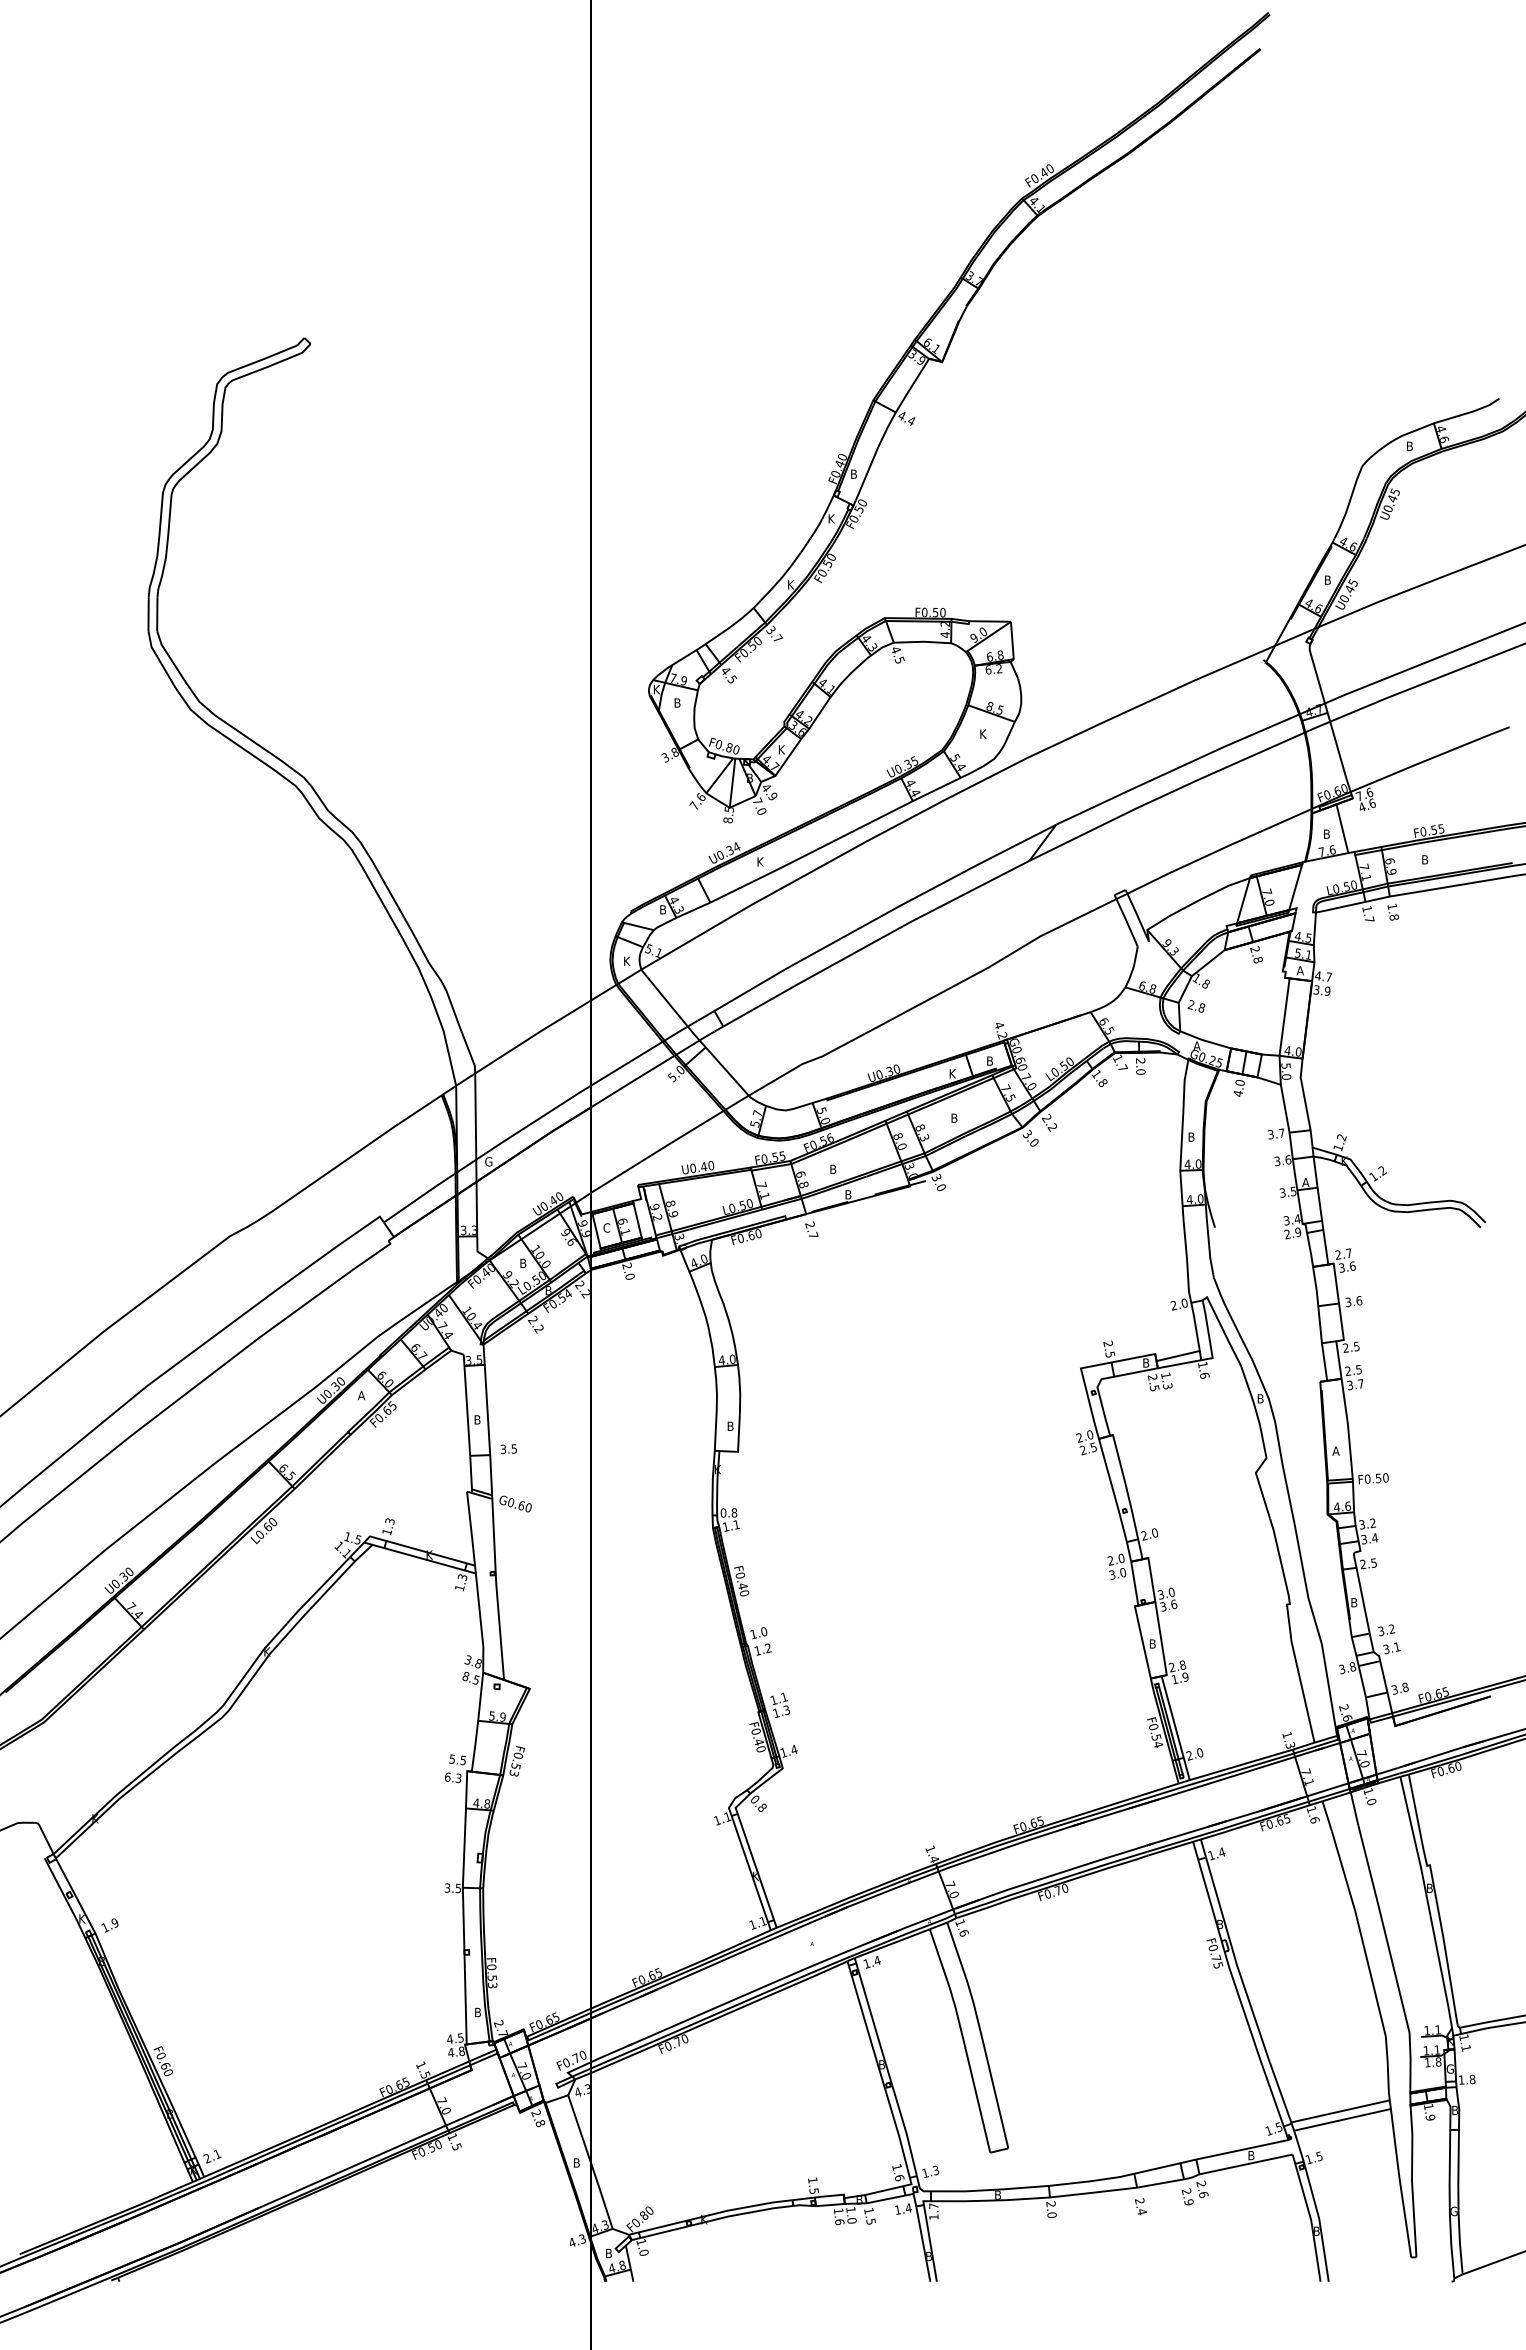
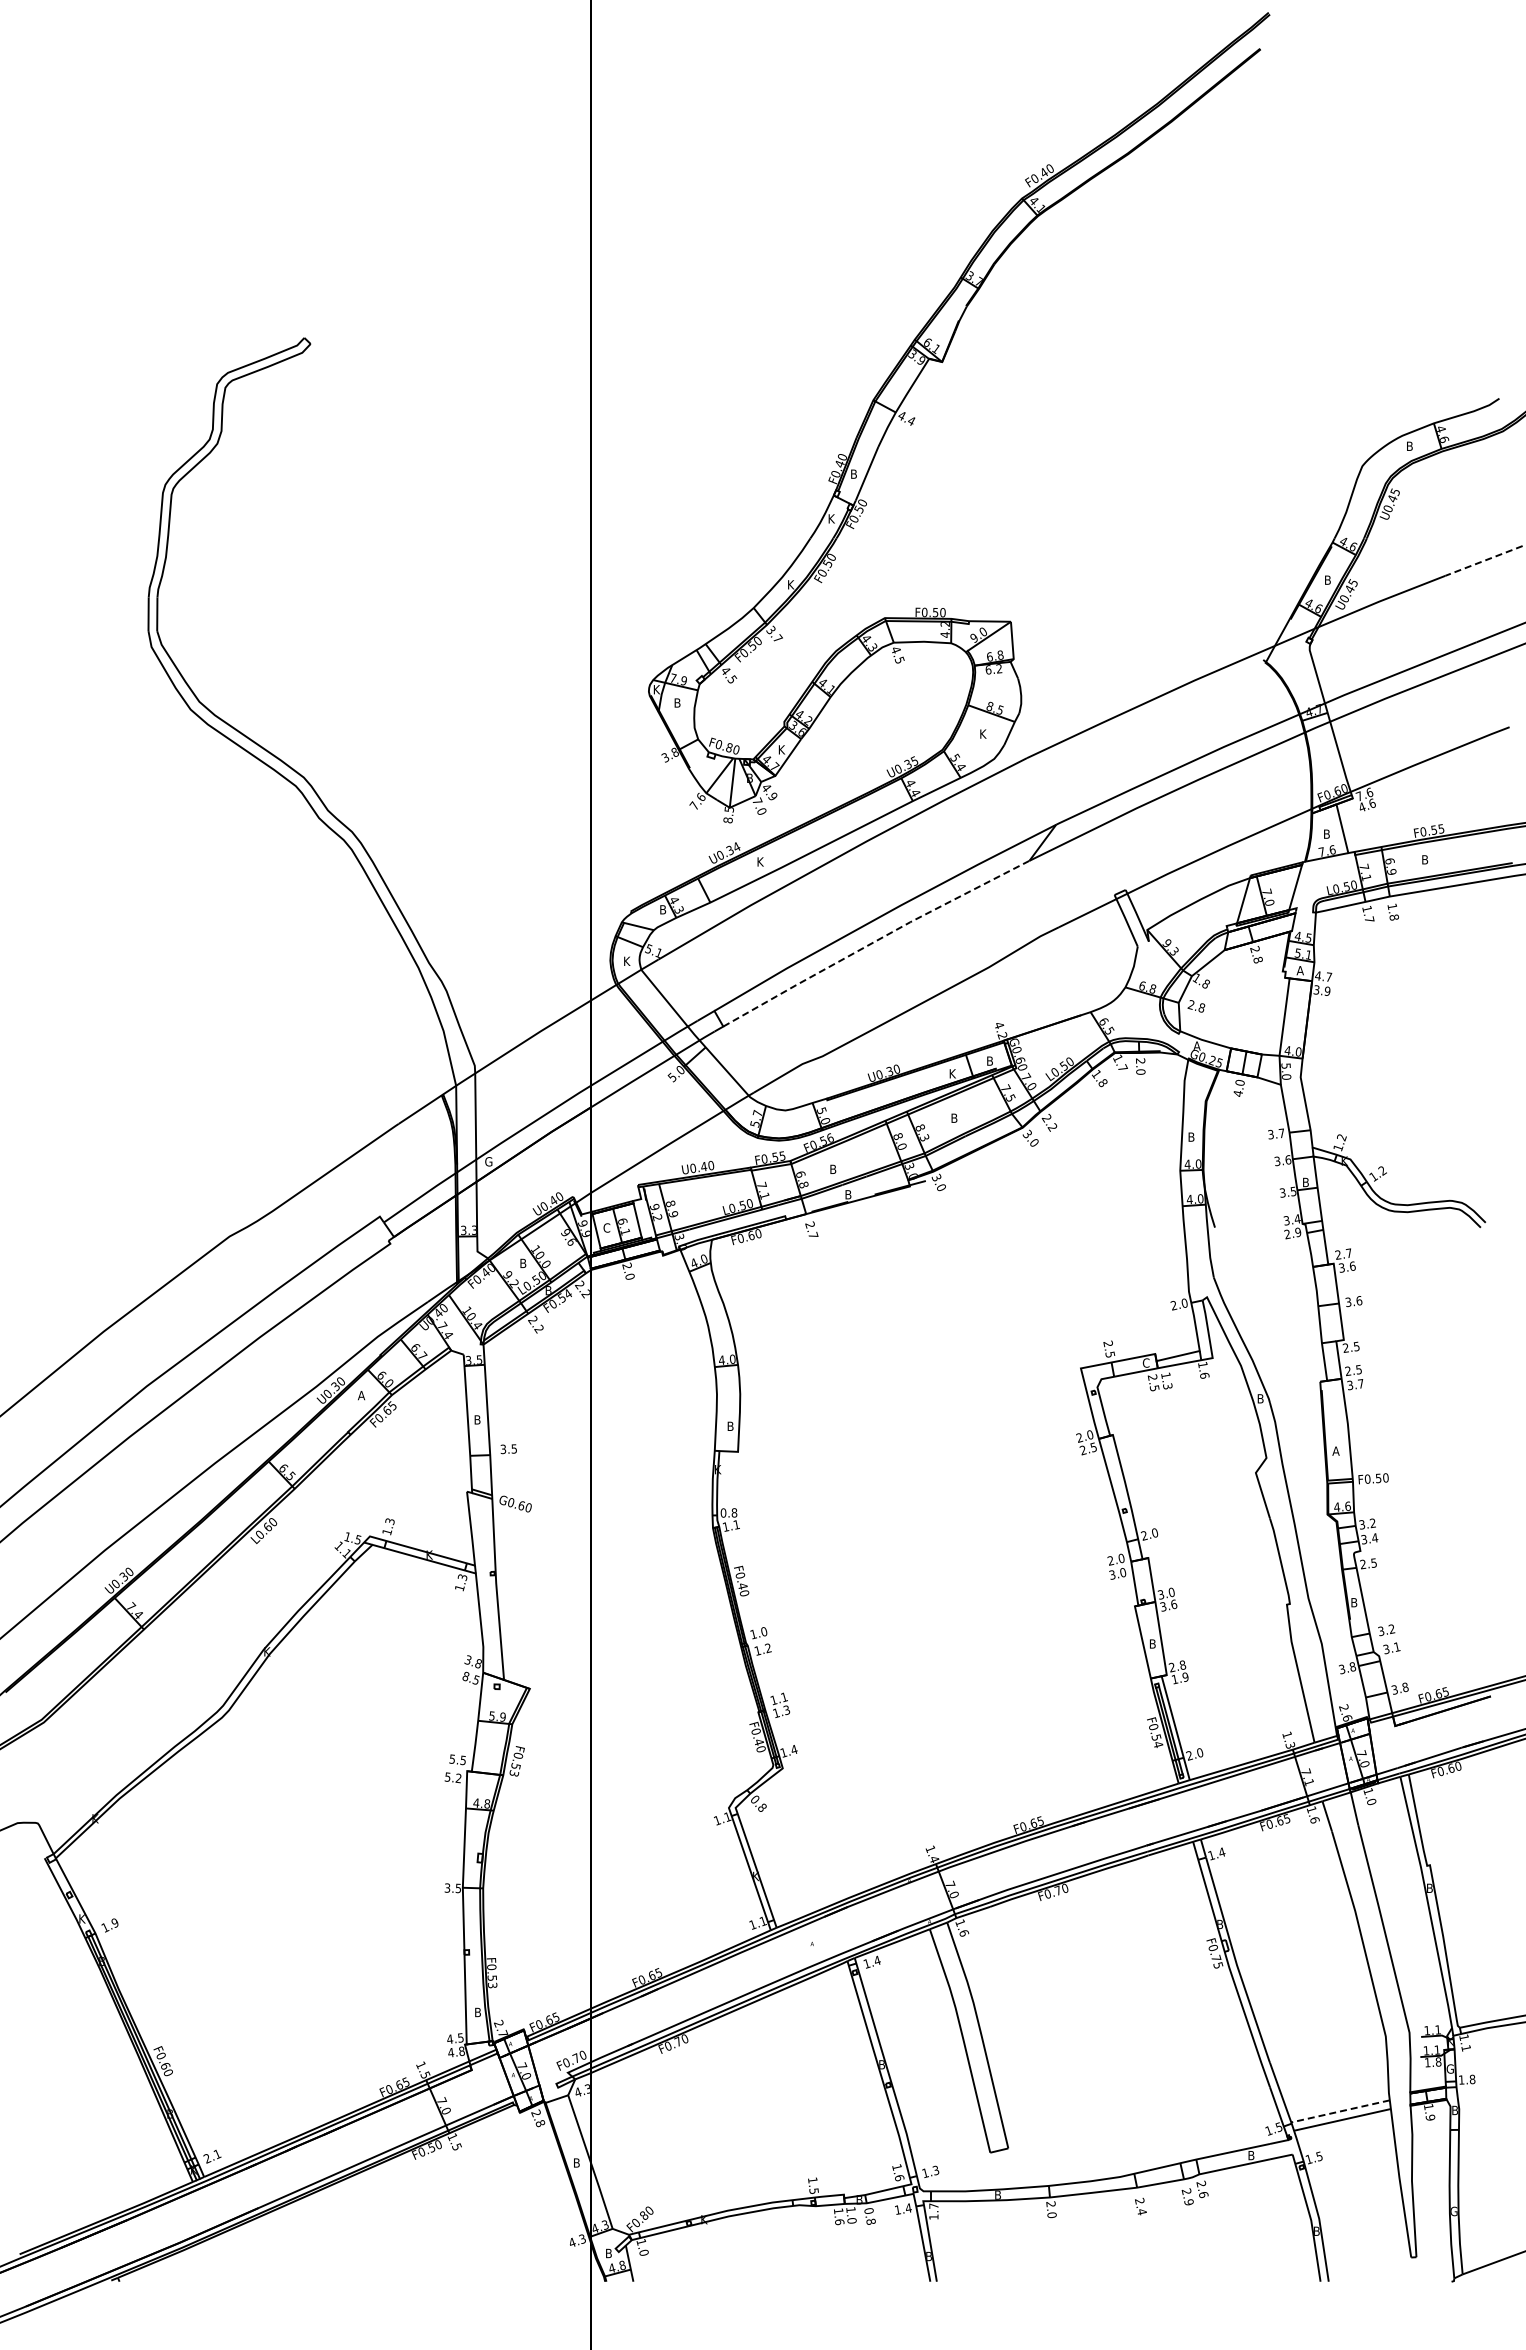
line at (1485, 560): solid -> dashed
line at (875, 941): solid -> dashed
text at (1305, 1182): A -> B
text at (1145, 1362): B -> C
text at (452, 1777): 6.3 -> 5.2
line at (1340, 2111): solid -> dashed
text at (869, 2216): 1.5 -> 0.8
